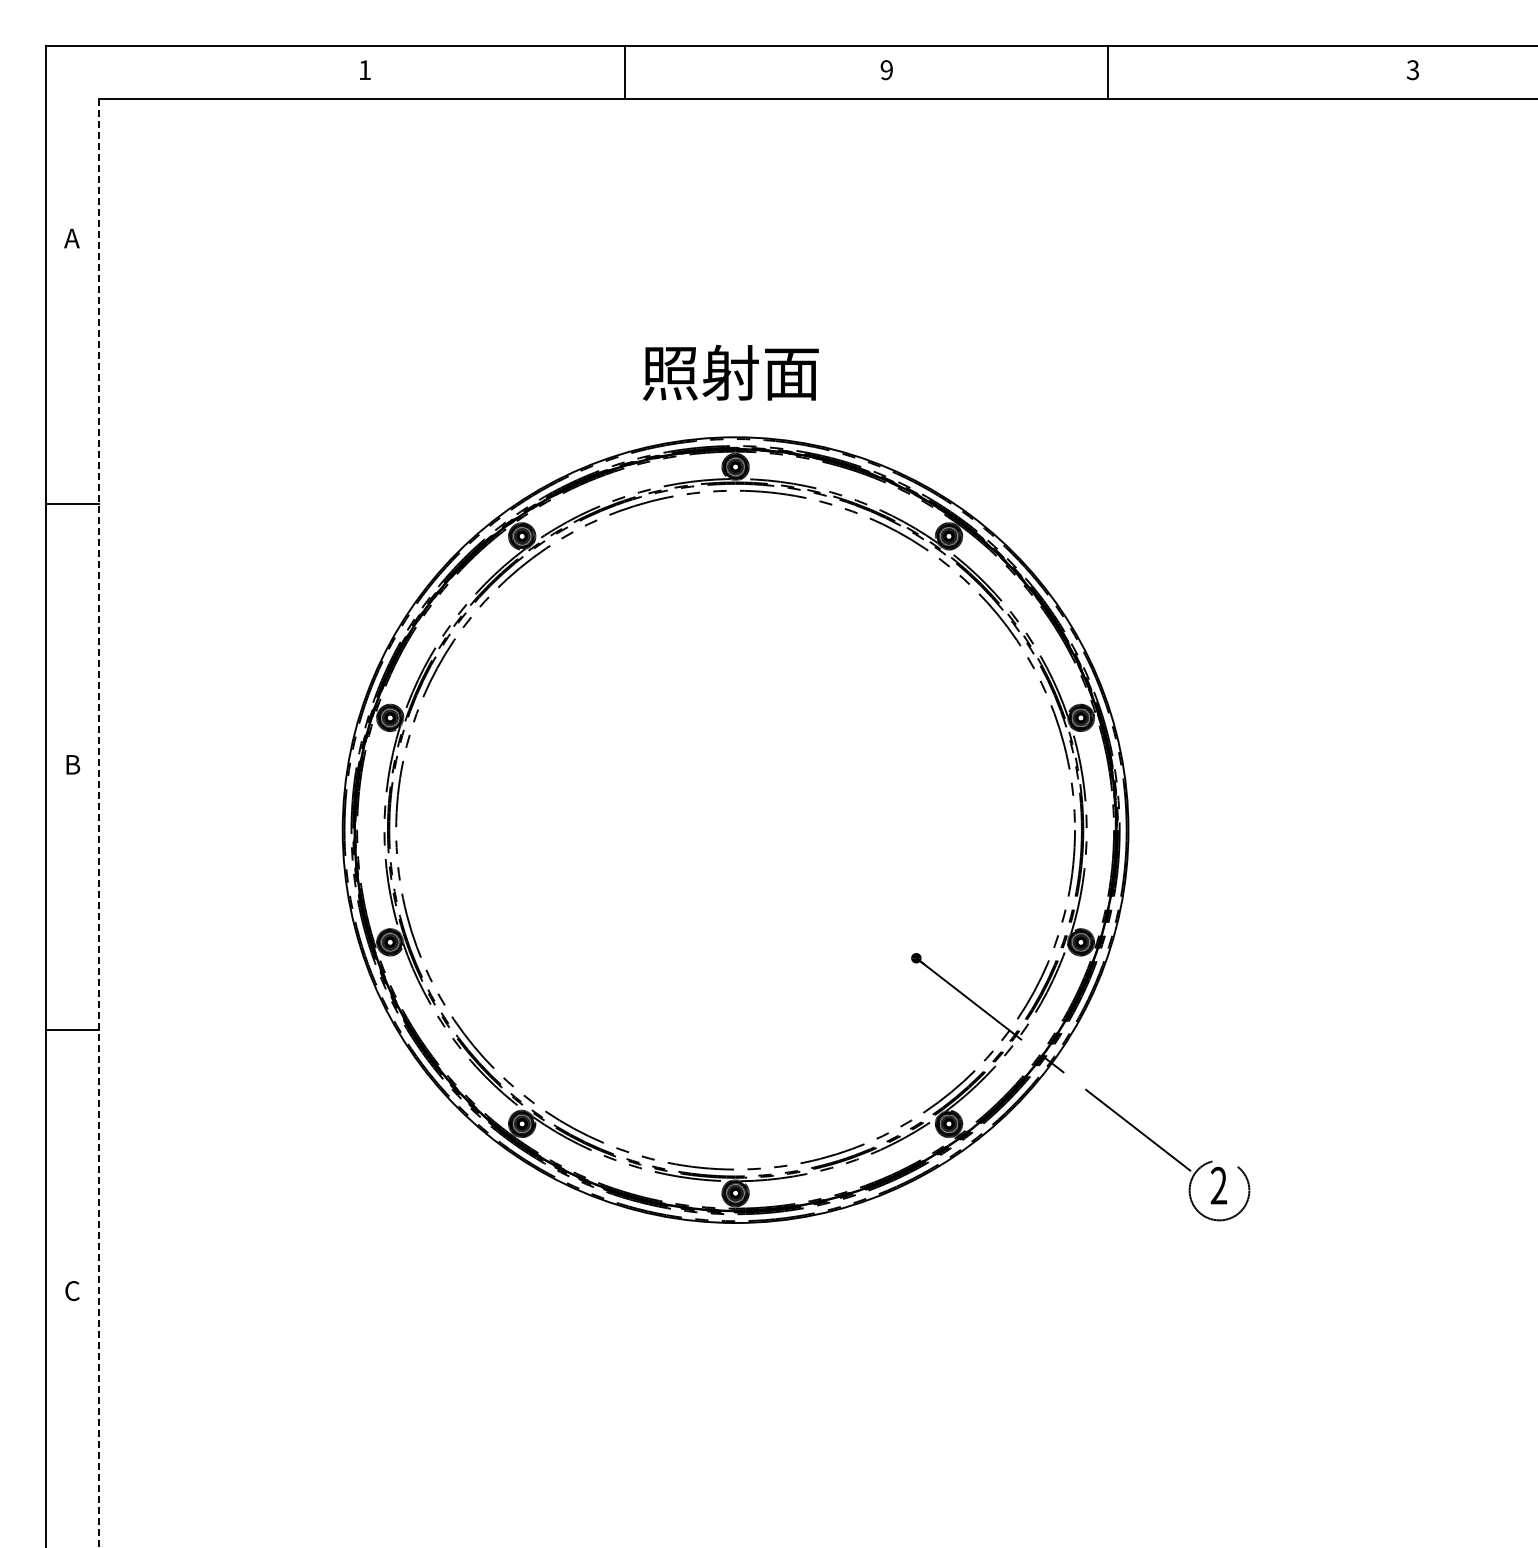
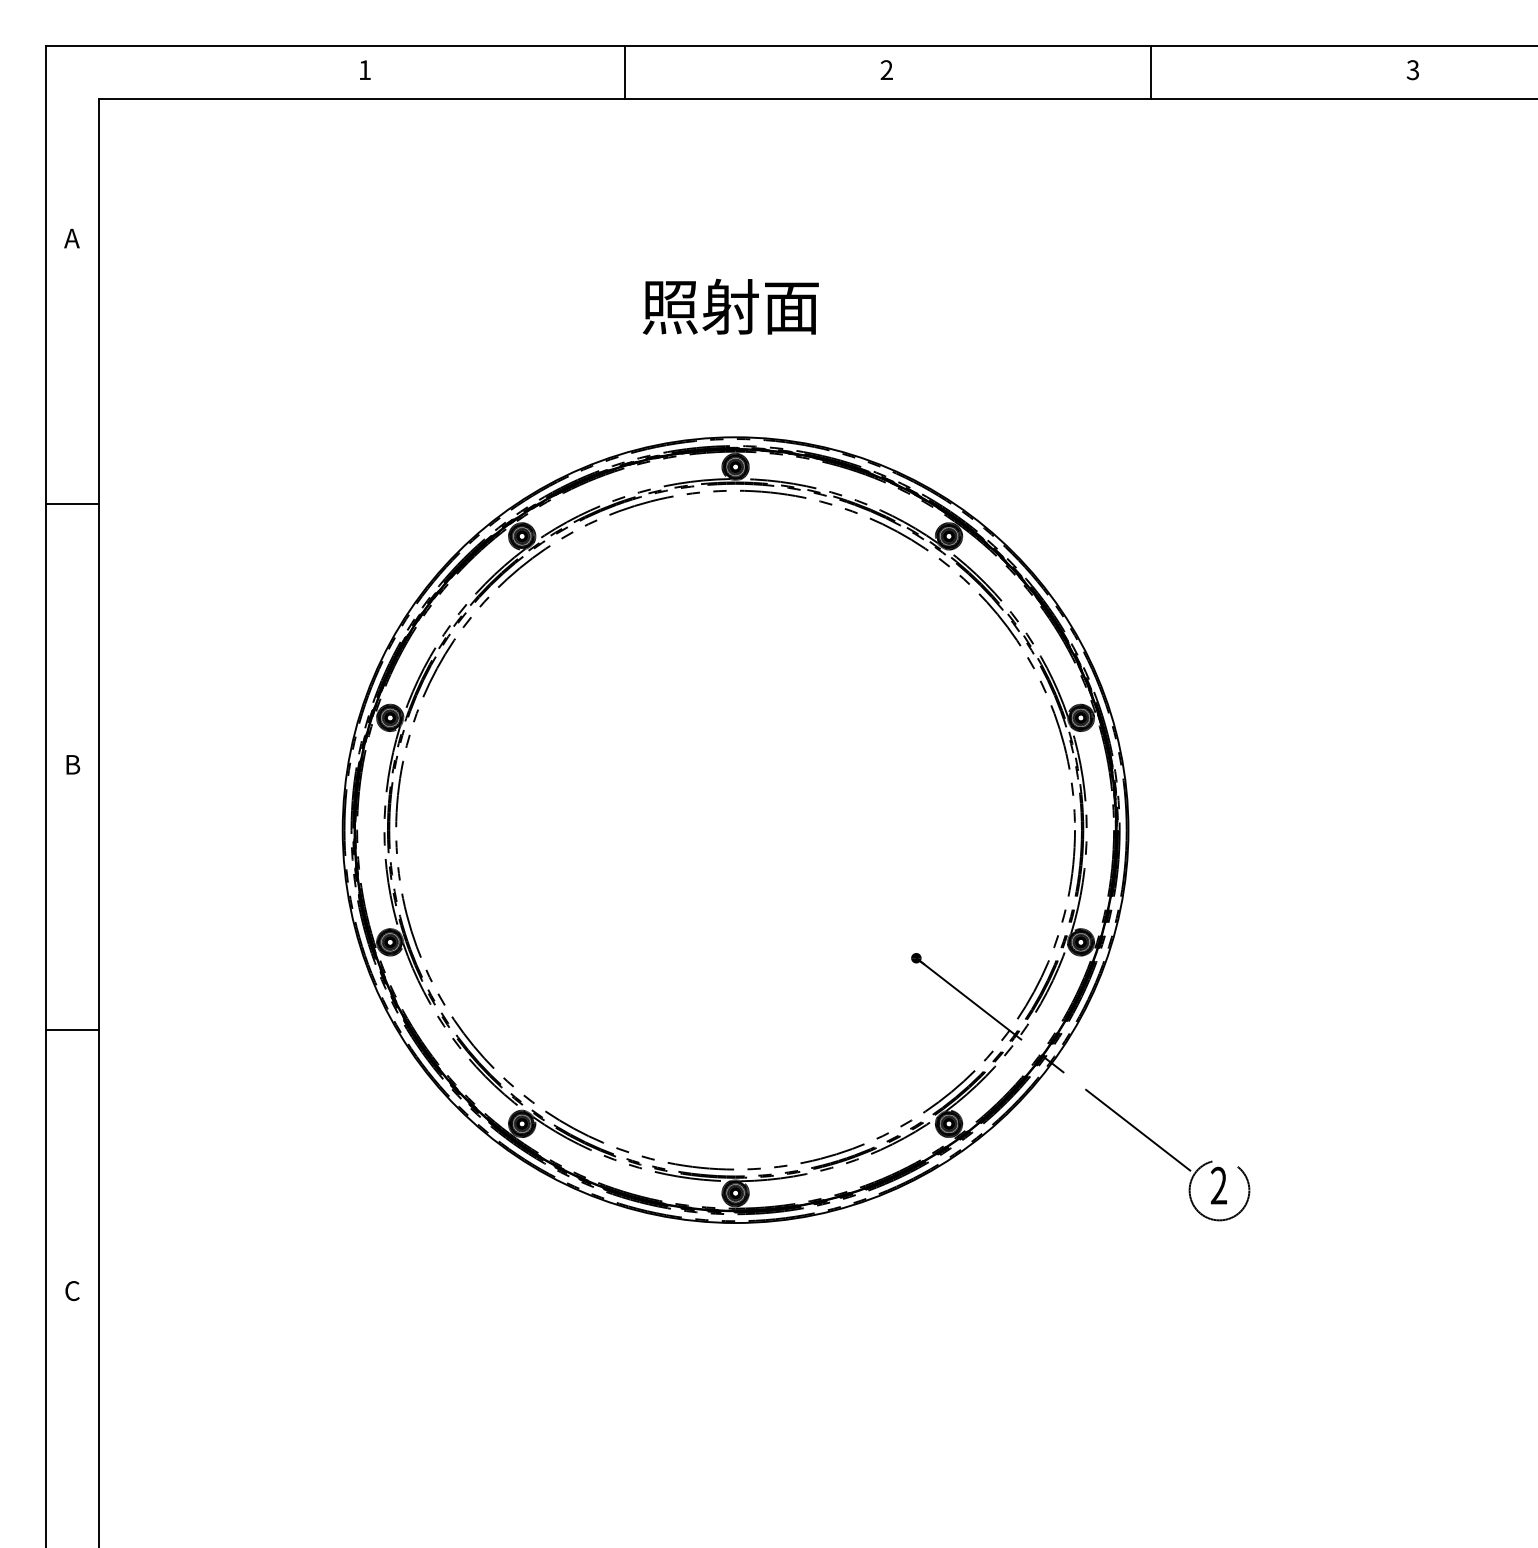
text at (886, 70): 9 -> 2
line at (1108, 72) position: (1108, 72) -> (1151, 72)
text at (730, 372) position: (730, 372) -> (730, 306)
line at (98, 823): dashed -> solid
